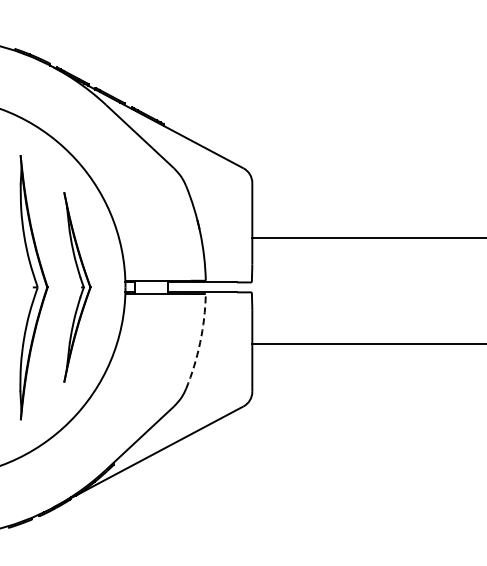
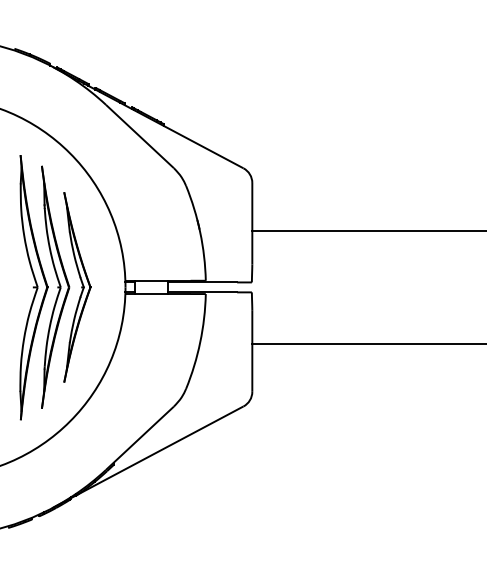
line at (367, 238) position: (367, 238) -> (367, 231)
part at (55, 286): none -> present
arc at (200, 342): dashed -> solid
